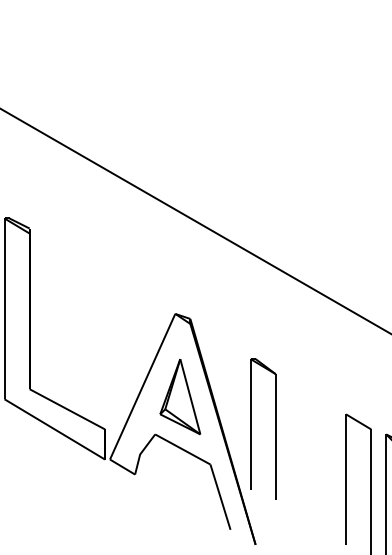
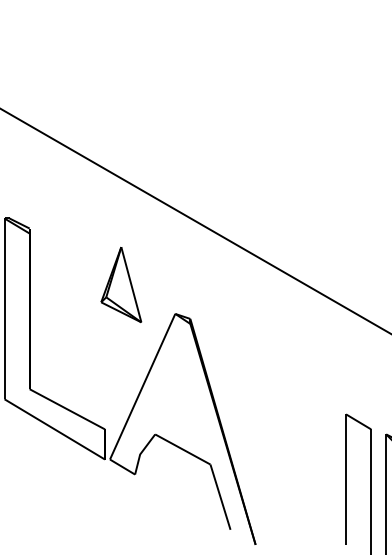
part at (180, 396) position: (180, 396) -> (121, 284)
part at (251, 428): present -> none
